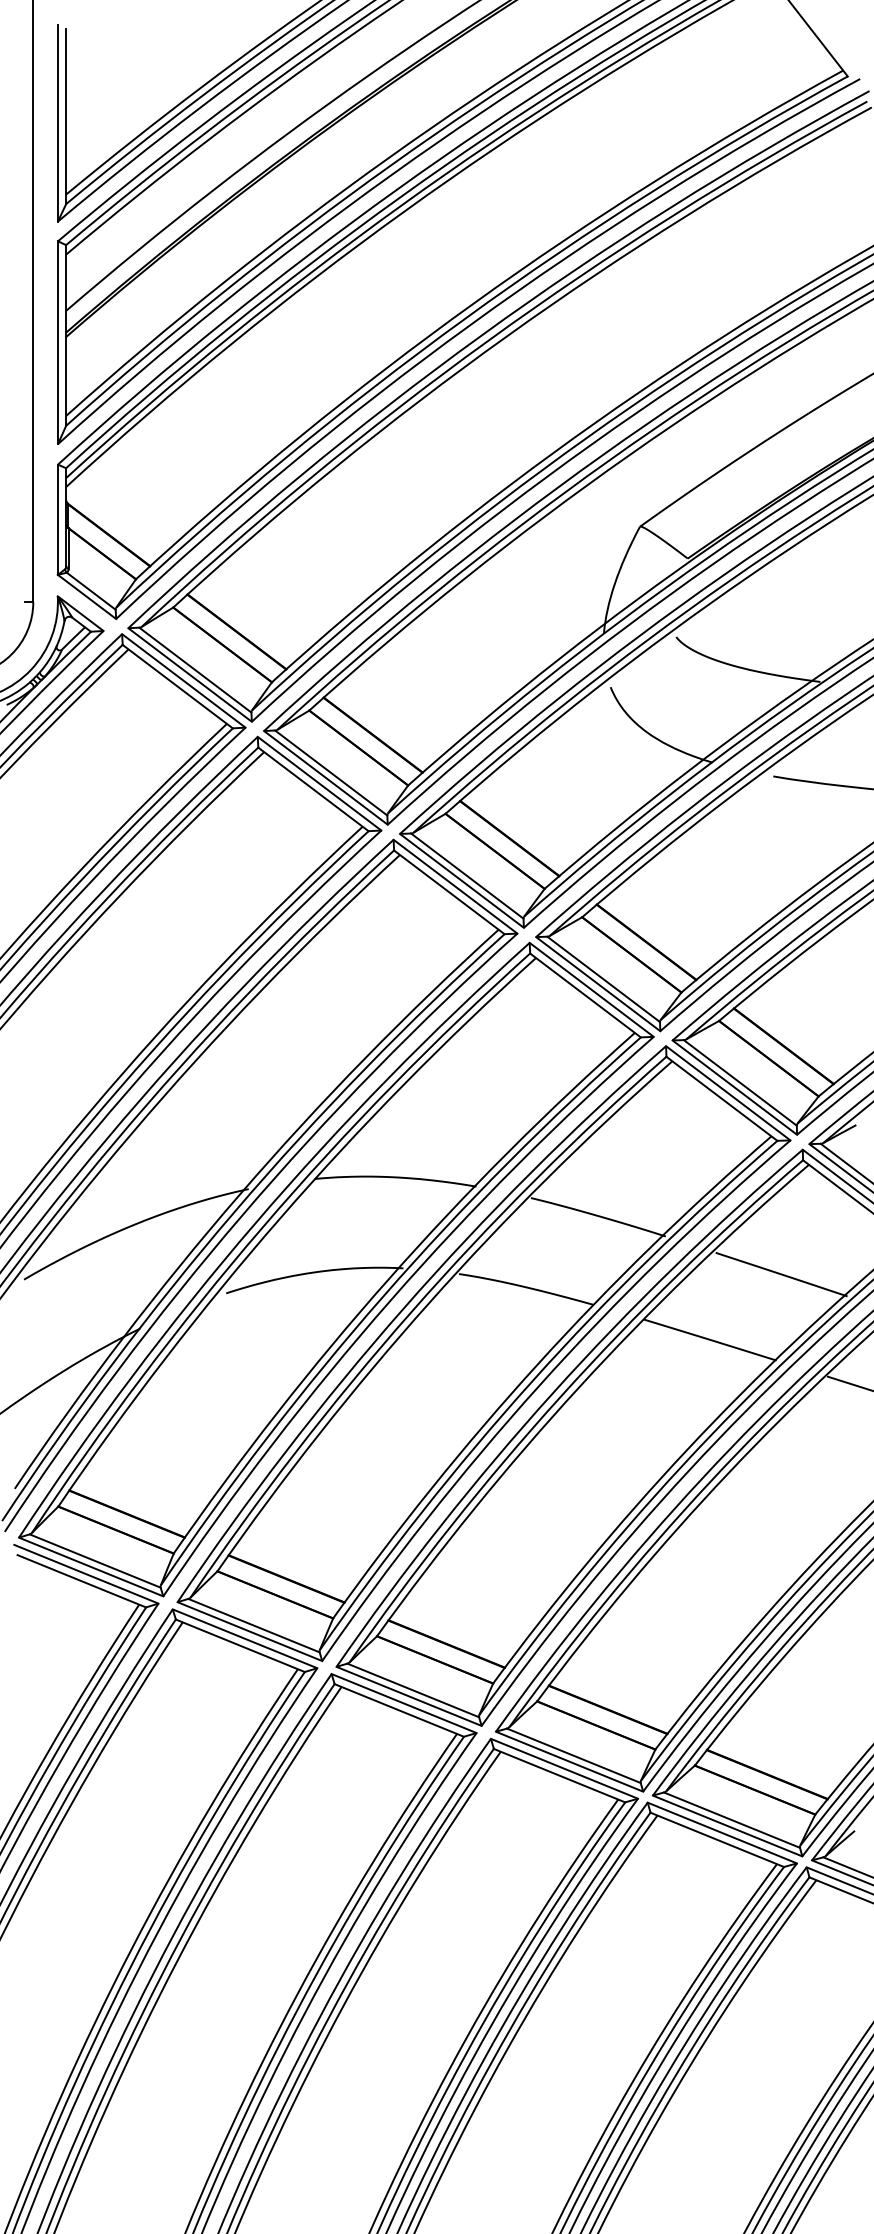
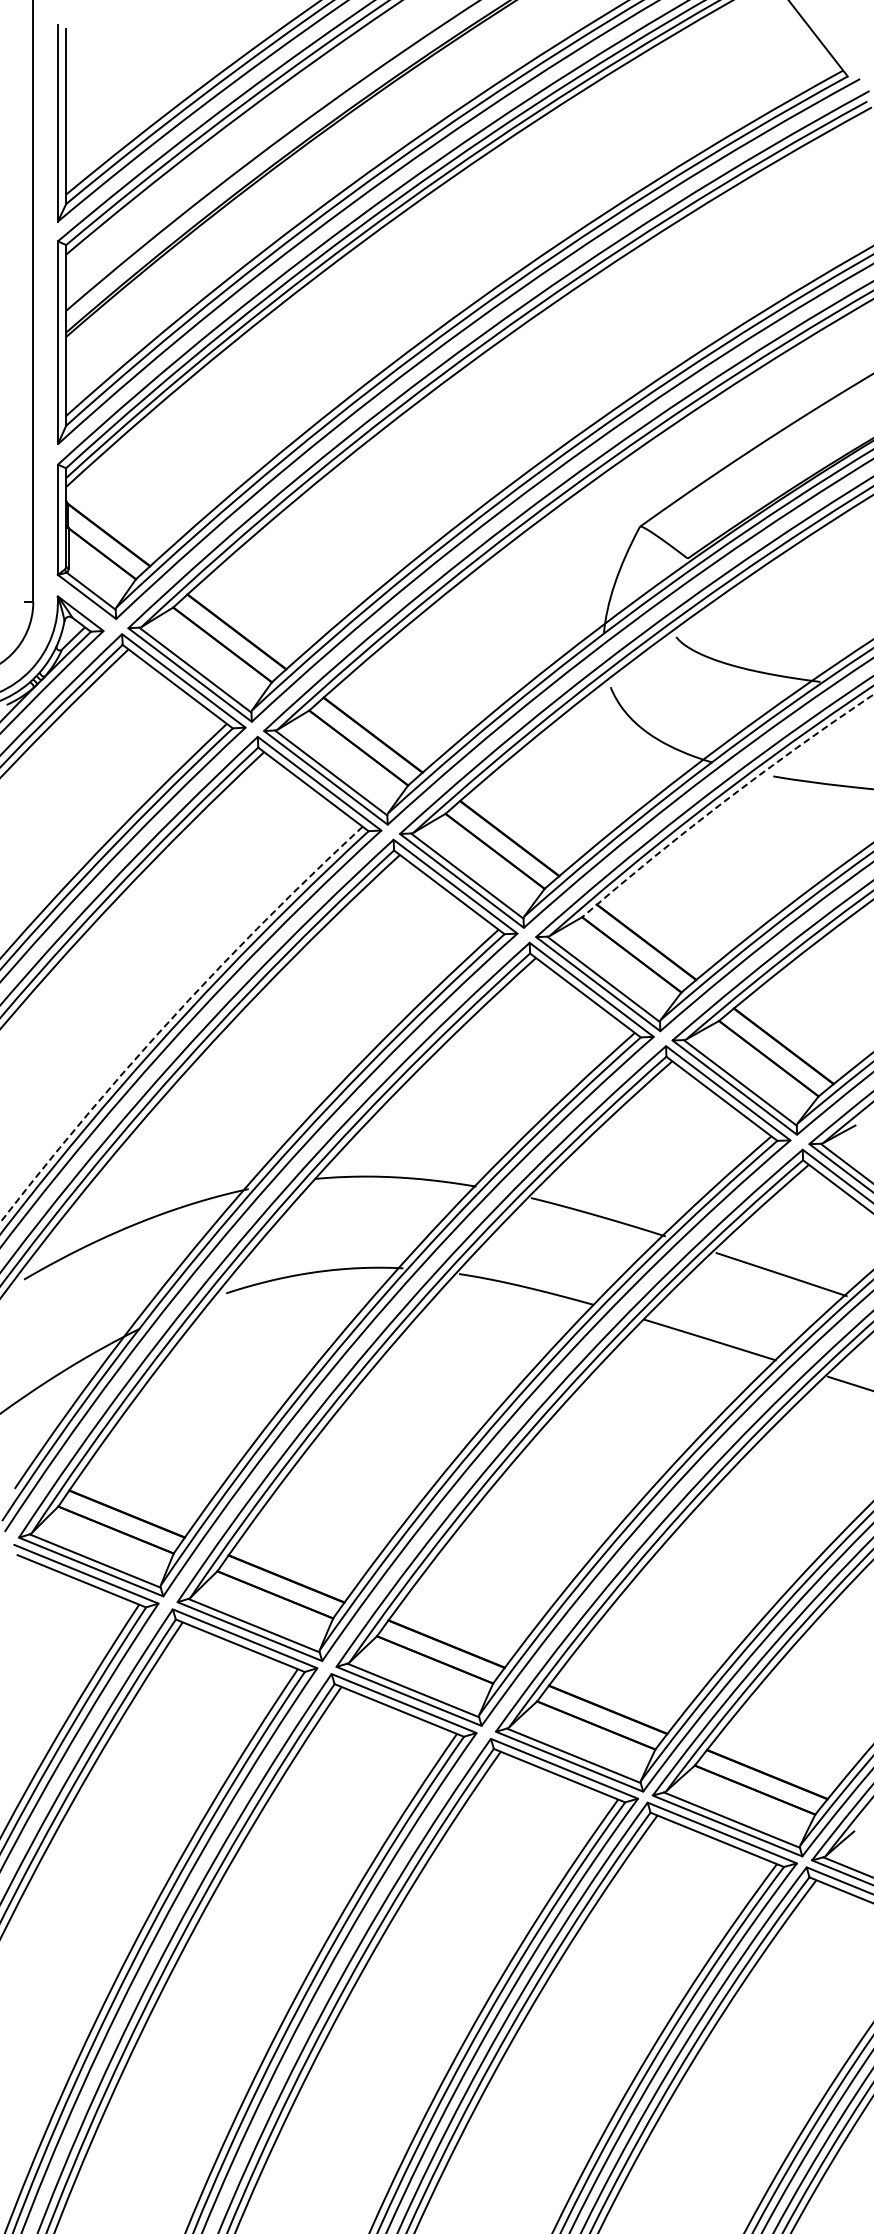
arc at (724, 801): solid -> dashed
arc at (173, 1017): solid -> dashed
